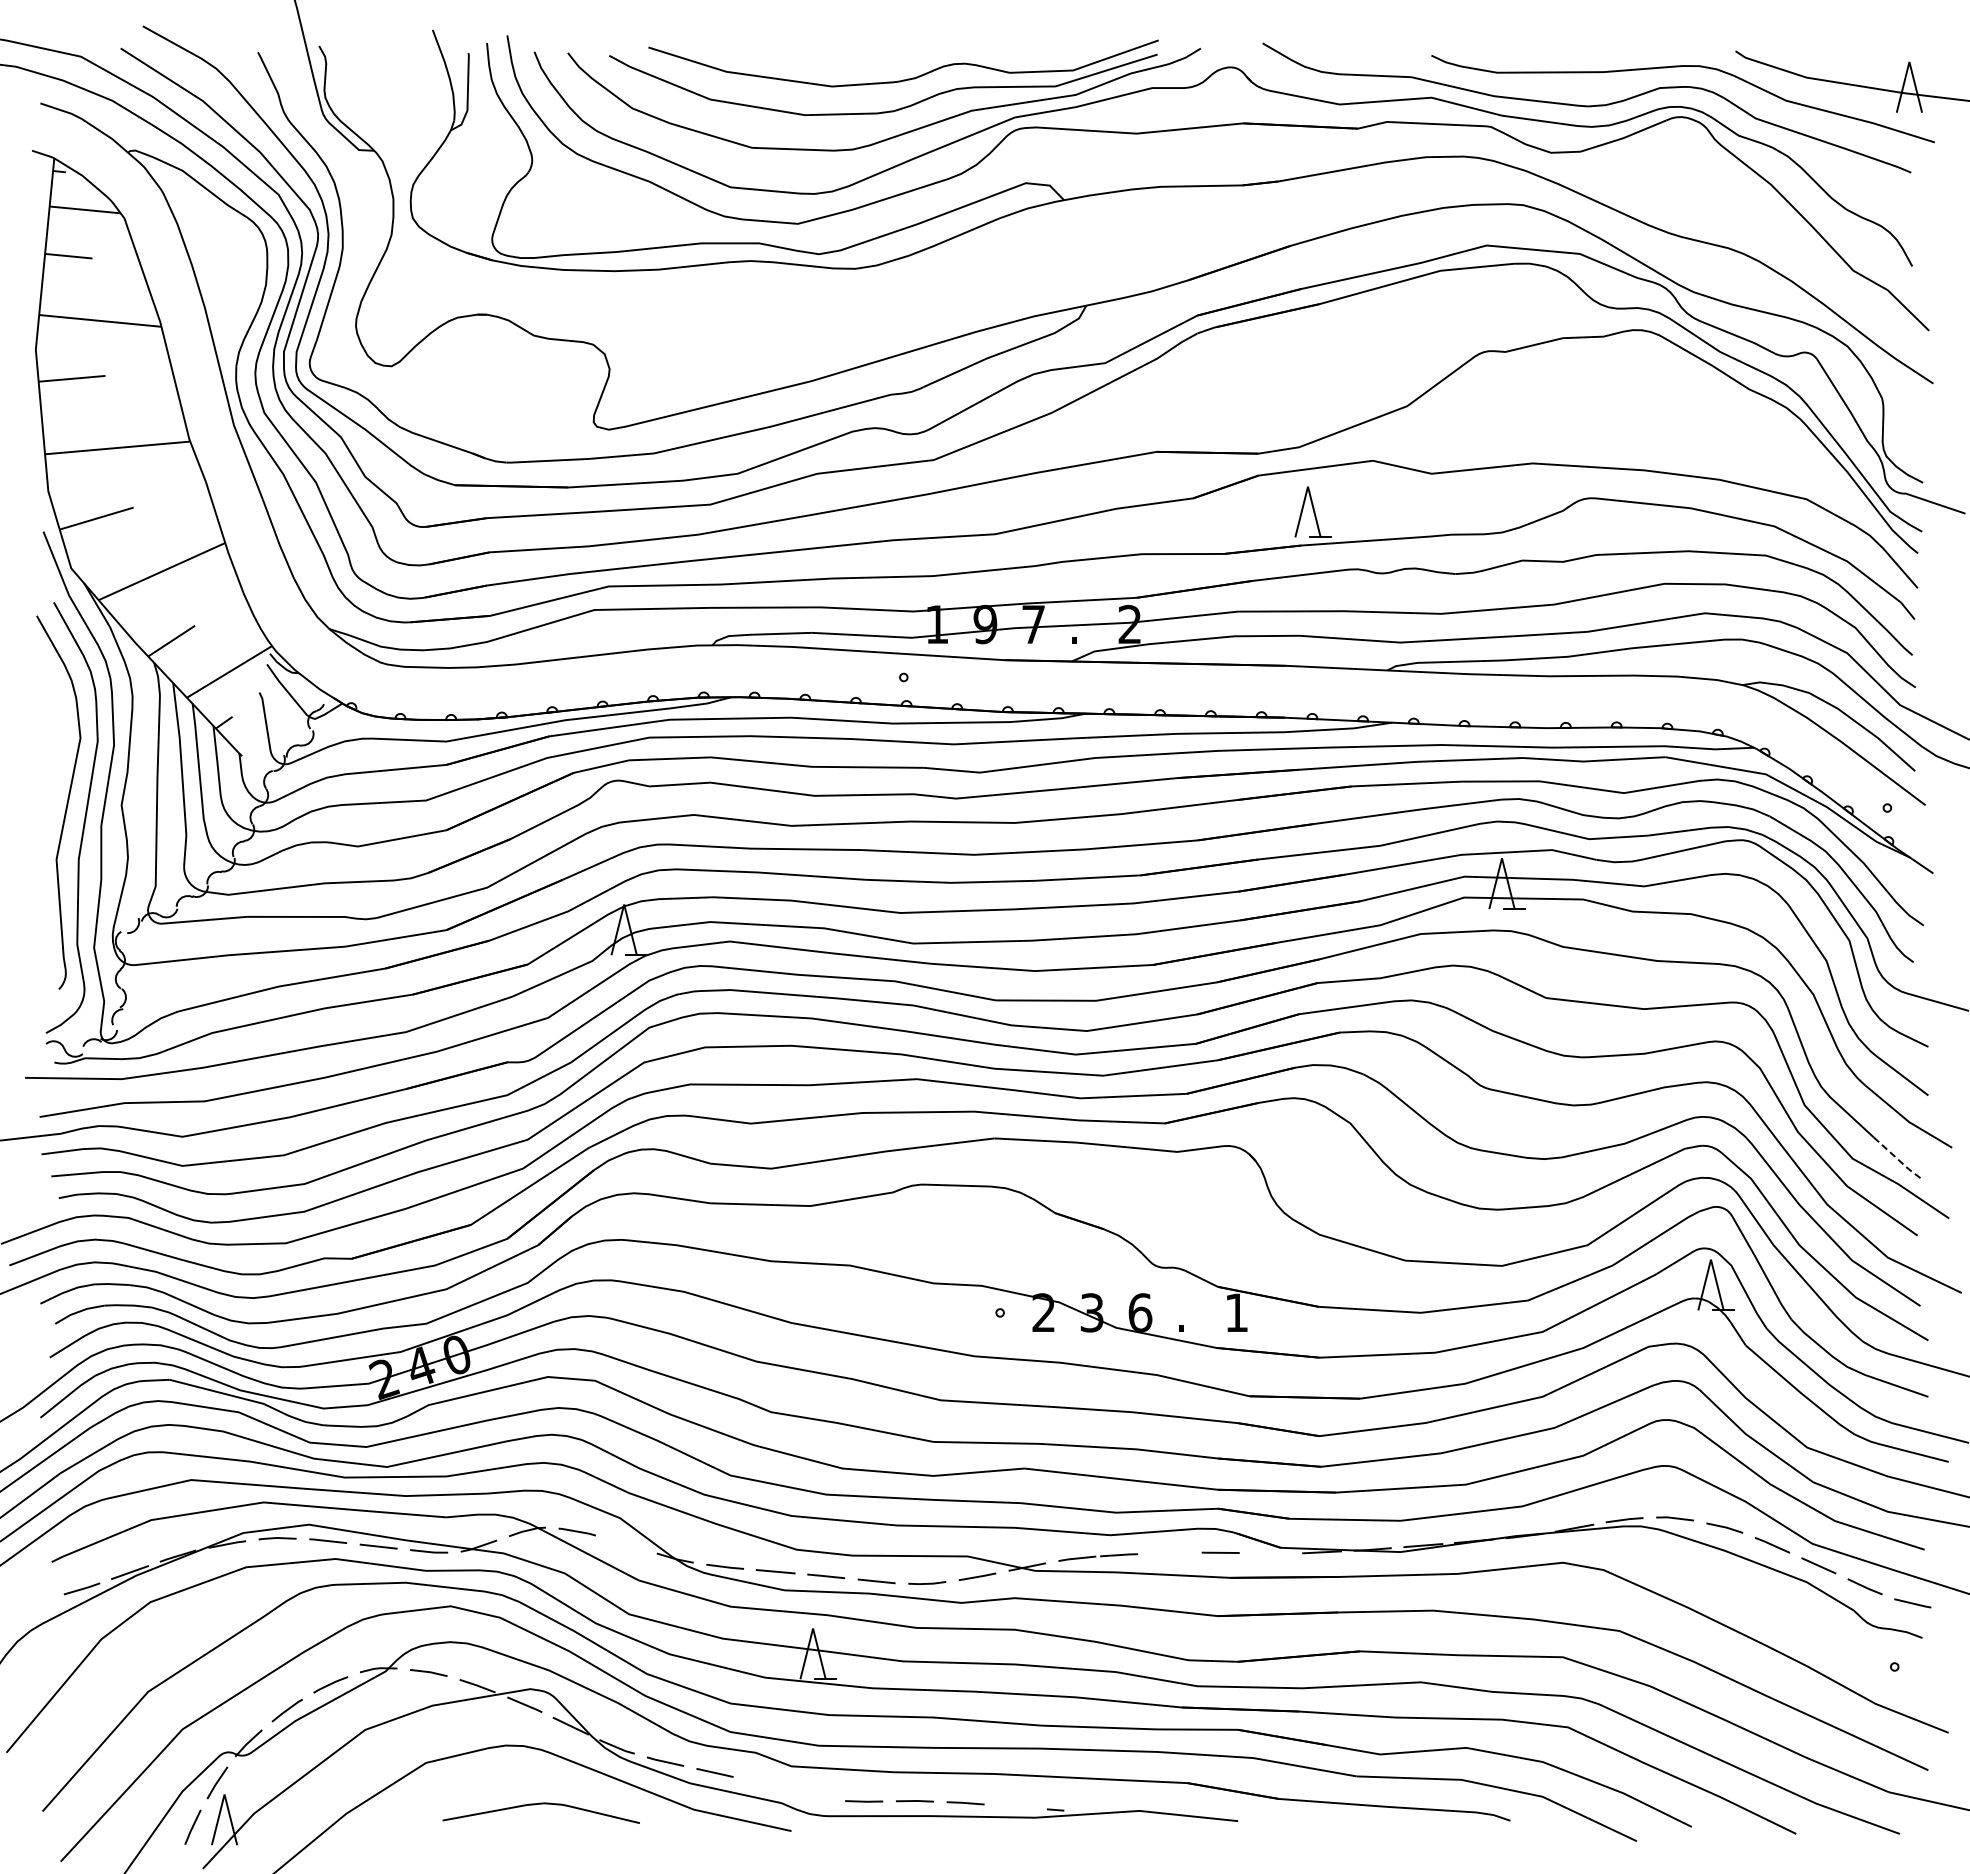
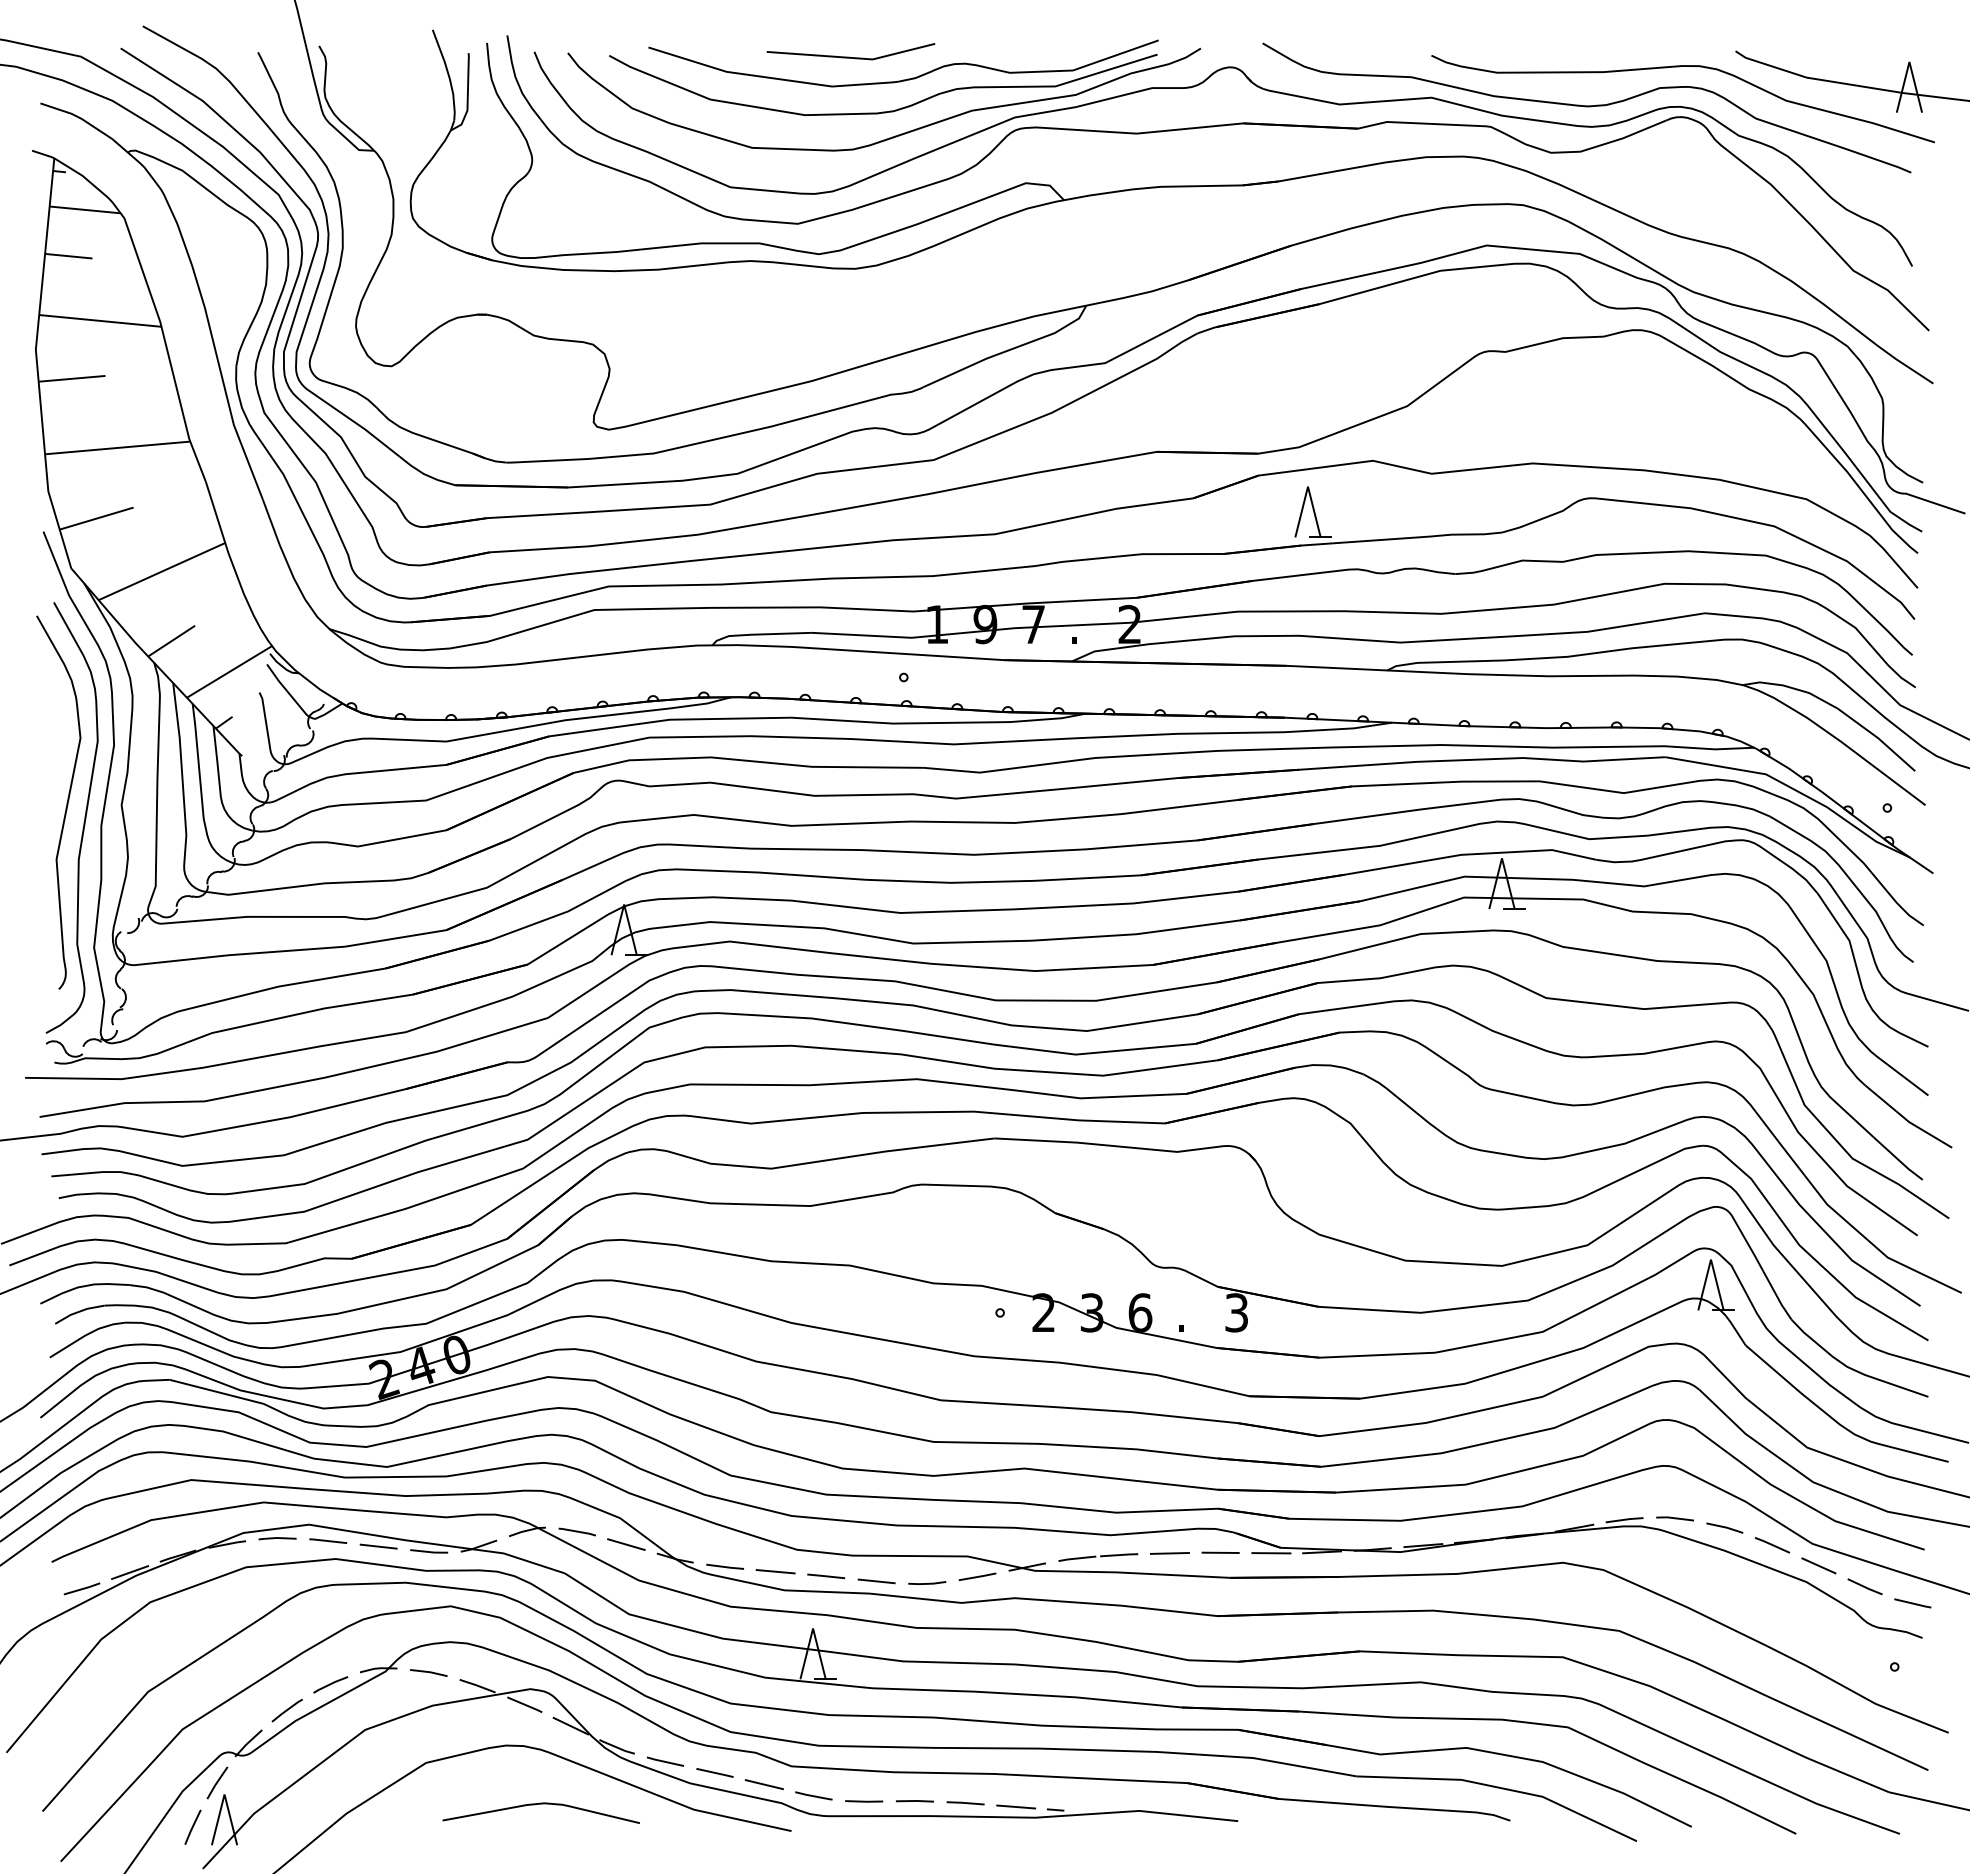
line at (849, 56): none -> present
line at (1898, 1159): dashed -> solid
text at (1236, 1312): 1 -> 3
line at (626, 1544): none -> present
line at (1169, 1552): none -> present
line at (1271, 1553): none -> present
line at (763, 1784): none -> present
line at (813, 1795): none -> present
line at (1016, 1806): none -> present
